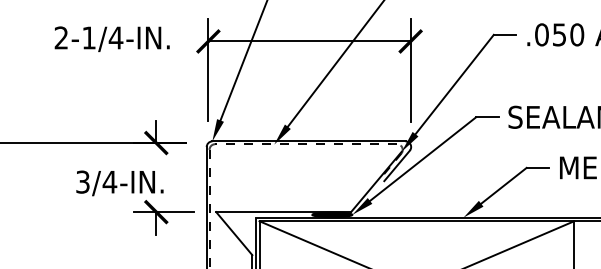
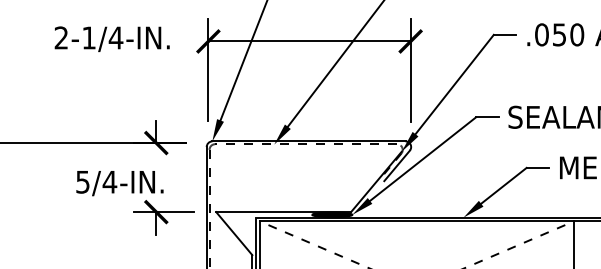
text at (83, 181): 3/4-IN. -> 5/4-IN.
line at (314, 244): solid -> dashed
line at (519, 244): solid -> dashed
